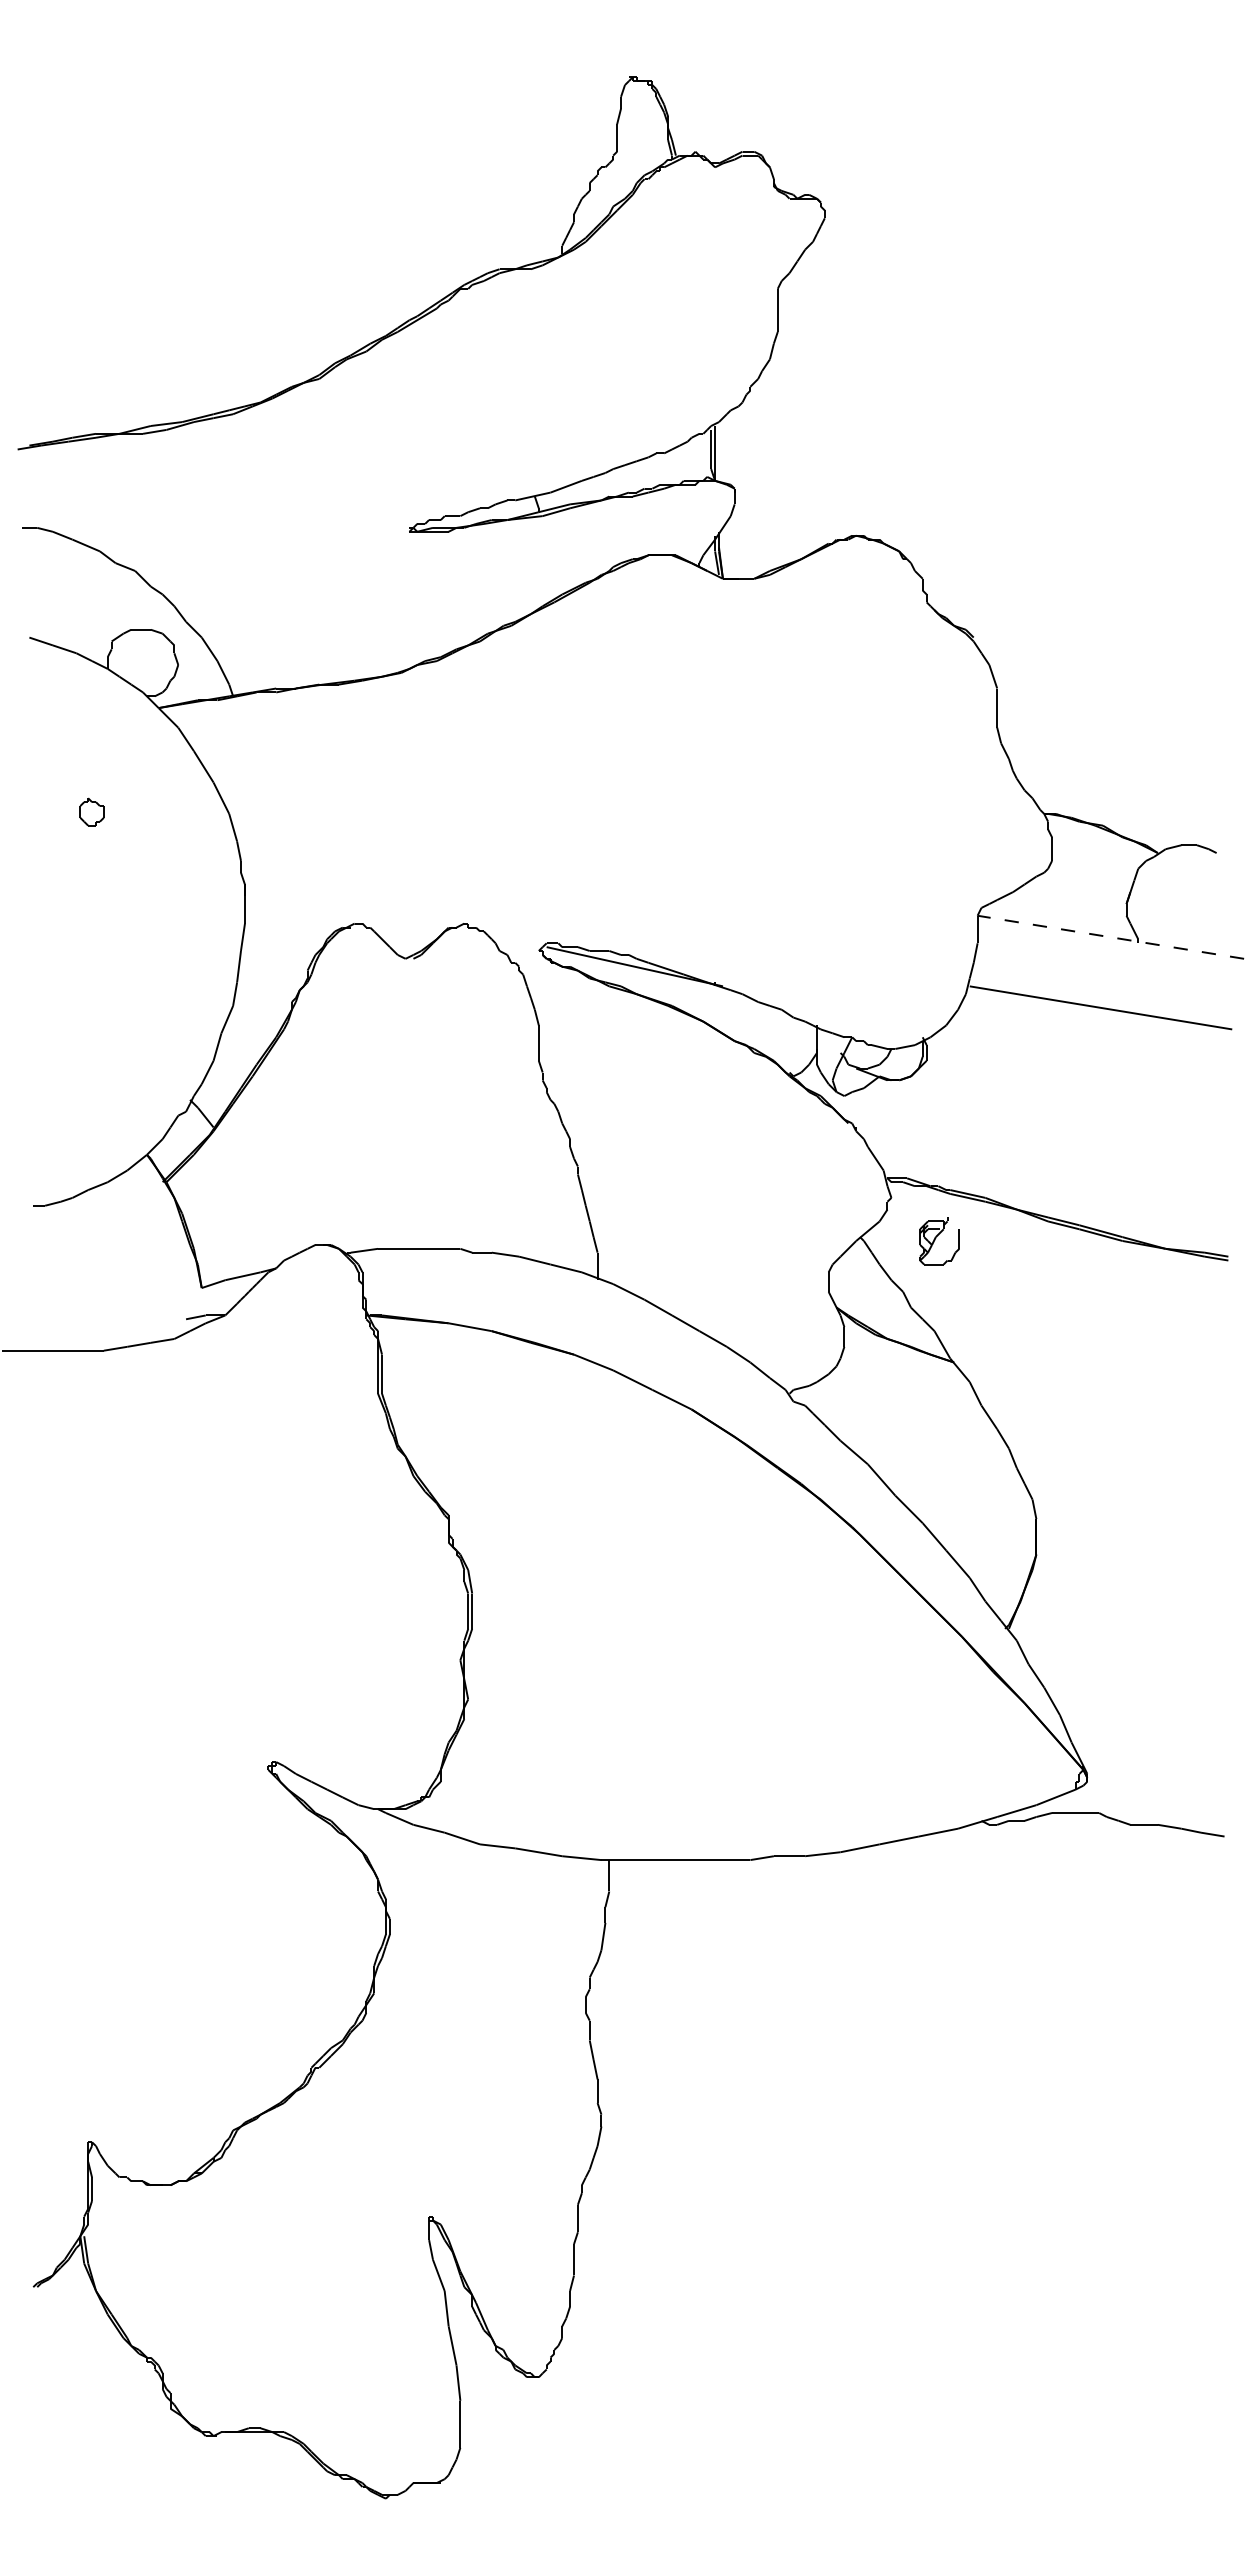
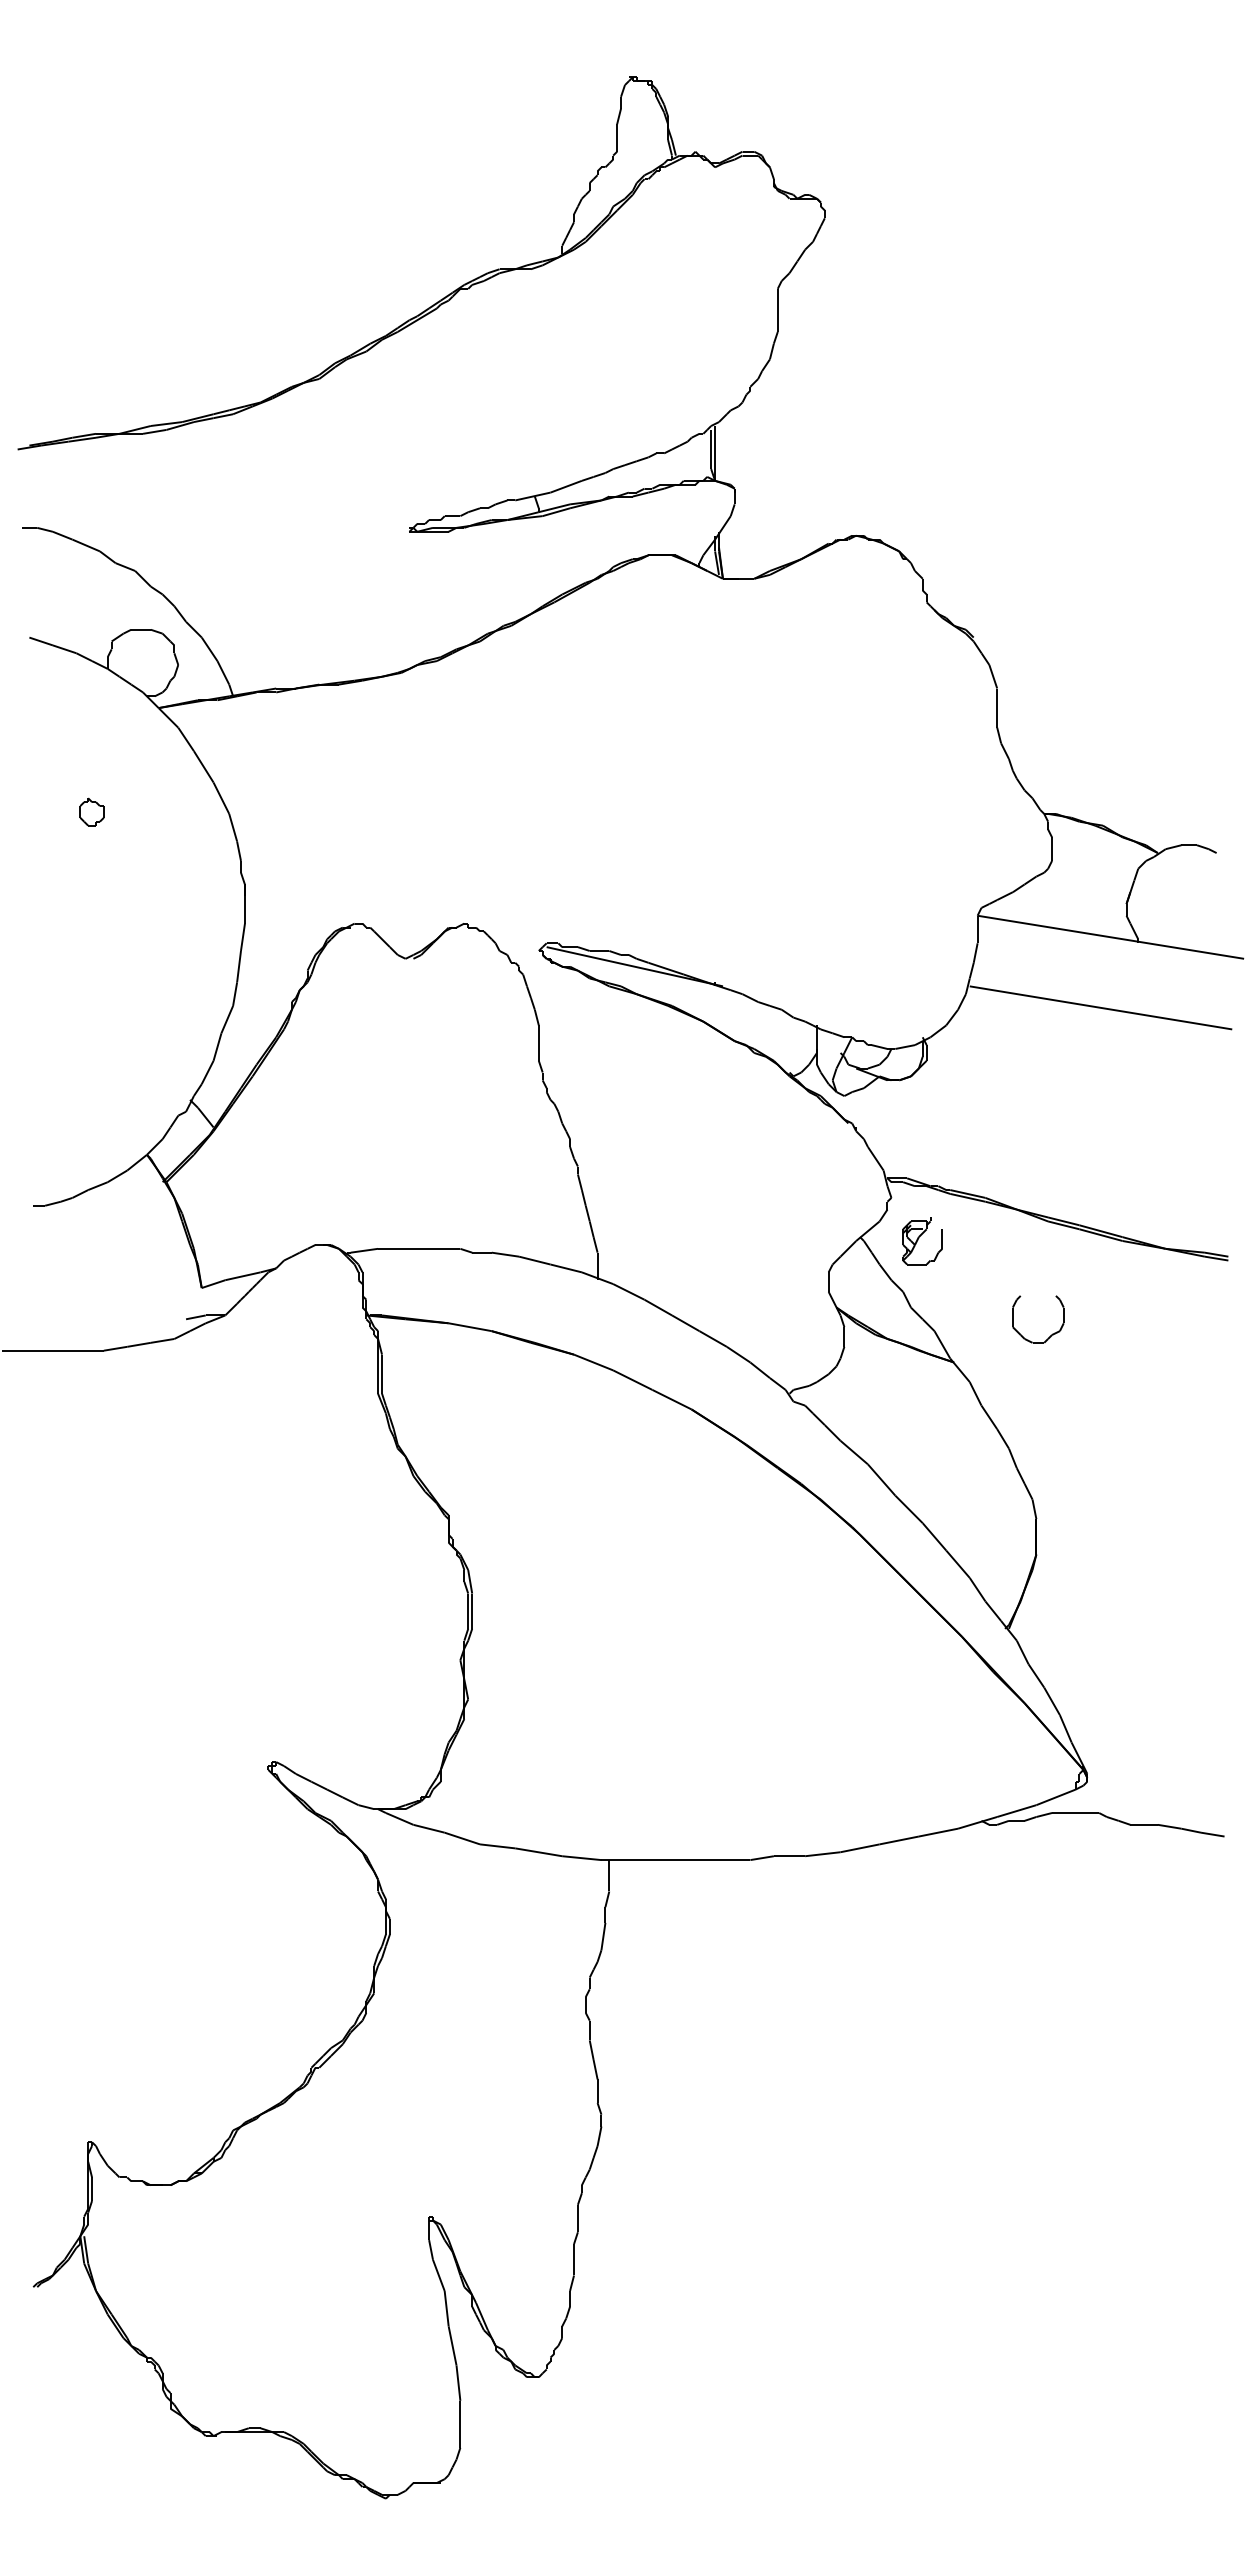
line at (1110, 937): dashed -> solid
part at (939, 1241) position: (939, 1241) -> (922, 1241)
part at (1052, 1333): none -> present
